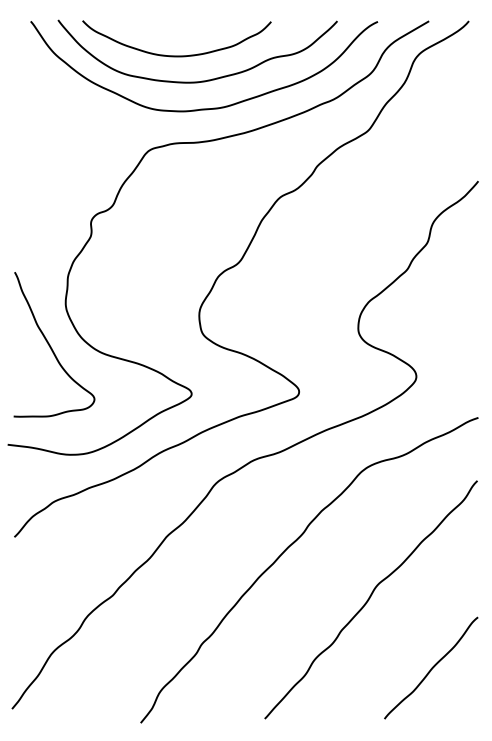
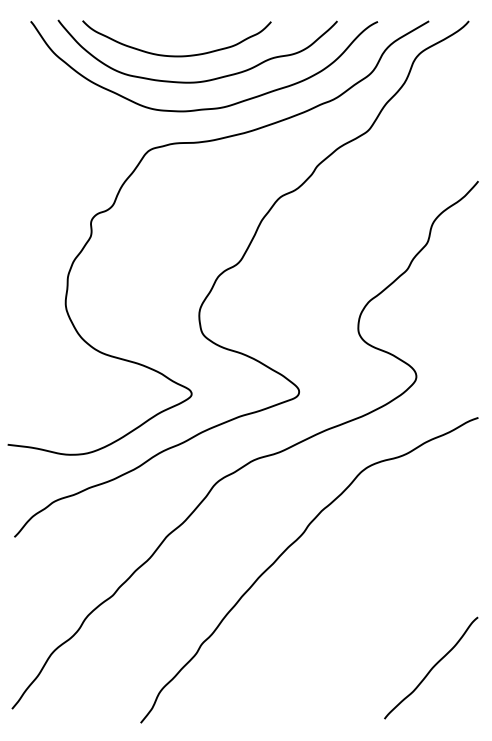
curve at (51, 346): present -> none
curve at (370, 598): present -> none
